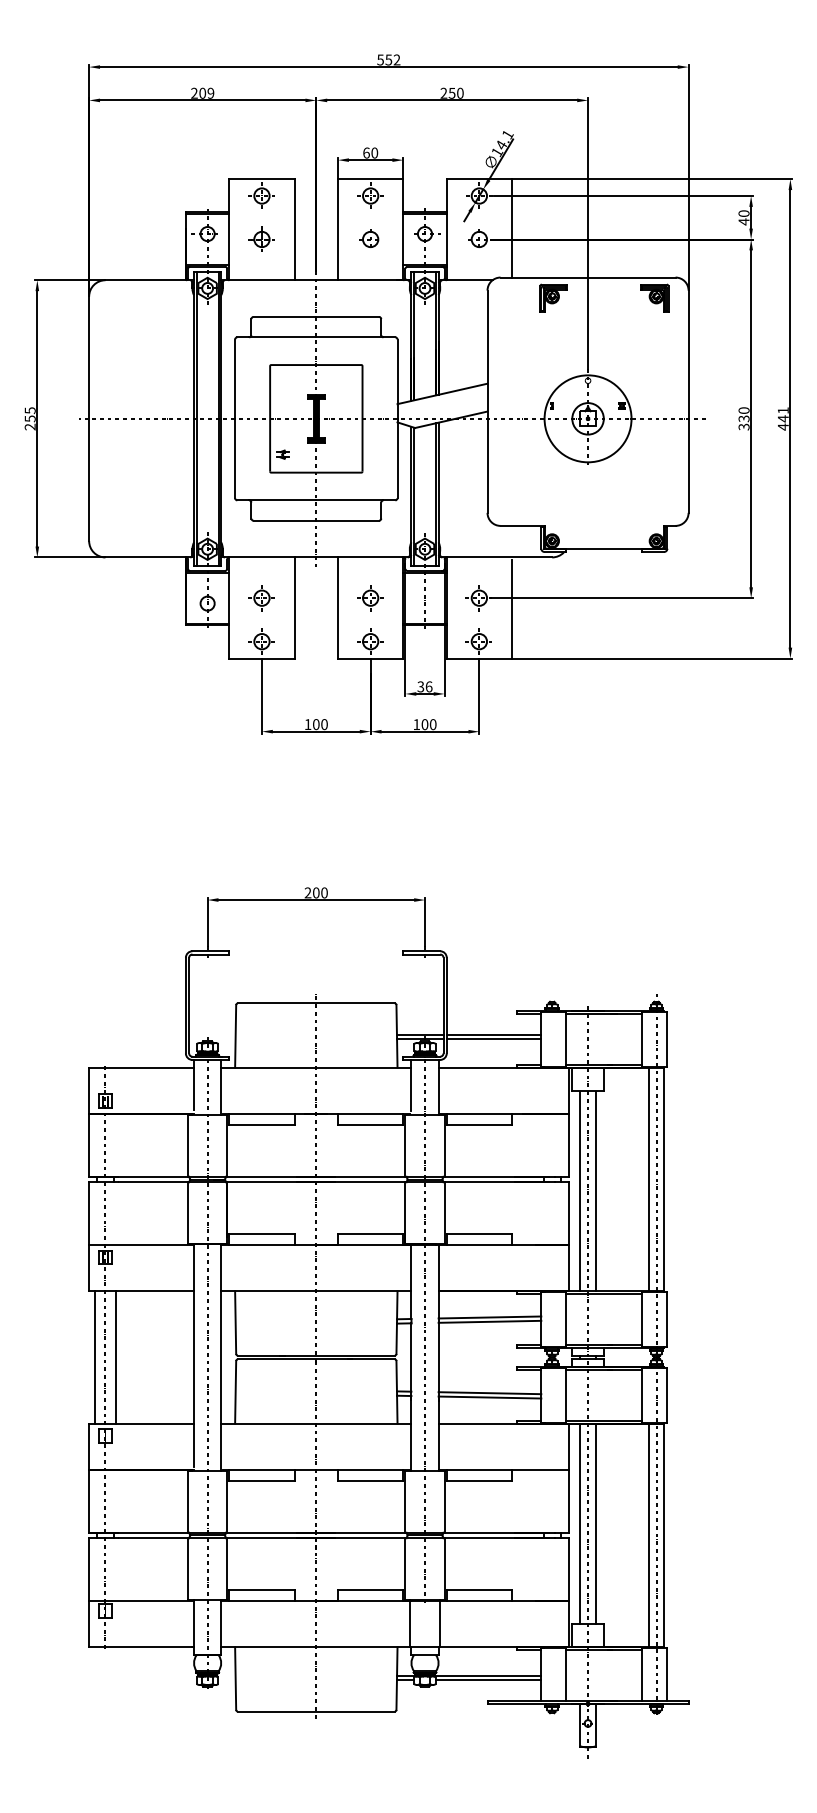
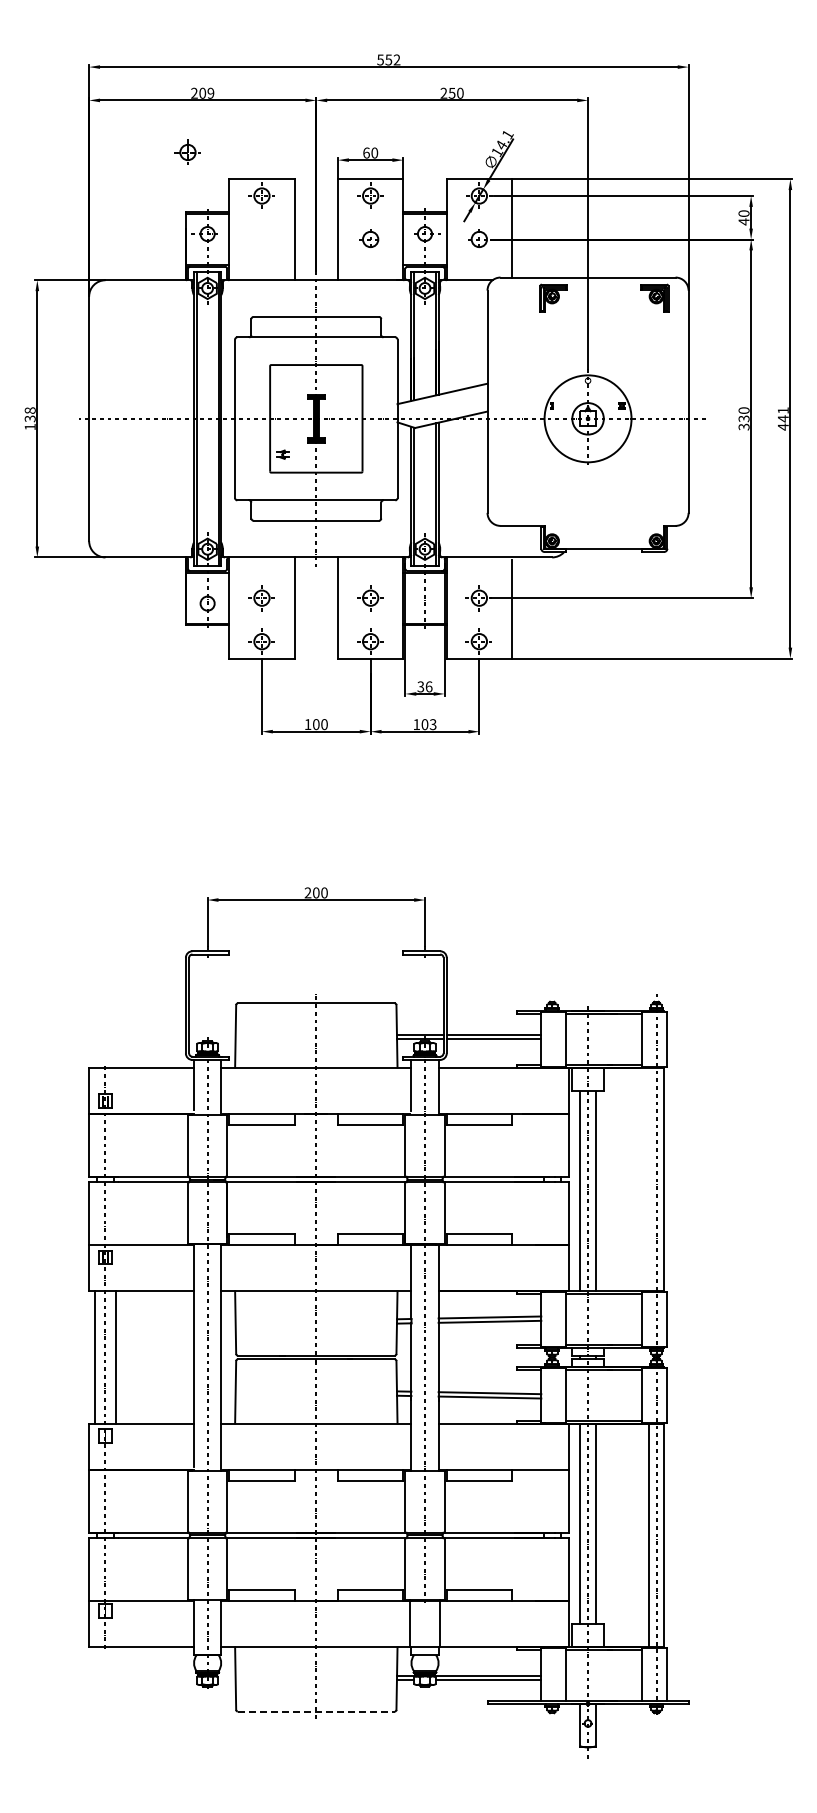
part at (261, 238) position: (261, 238) -> (187, 151)
text at (29, 418): 255 -> 138
text at (432, 724): 100 -> 103
line at (649, 1179): present -> none
line at (316, 1711): solid -> dashed
